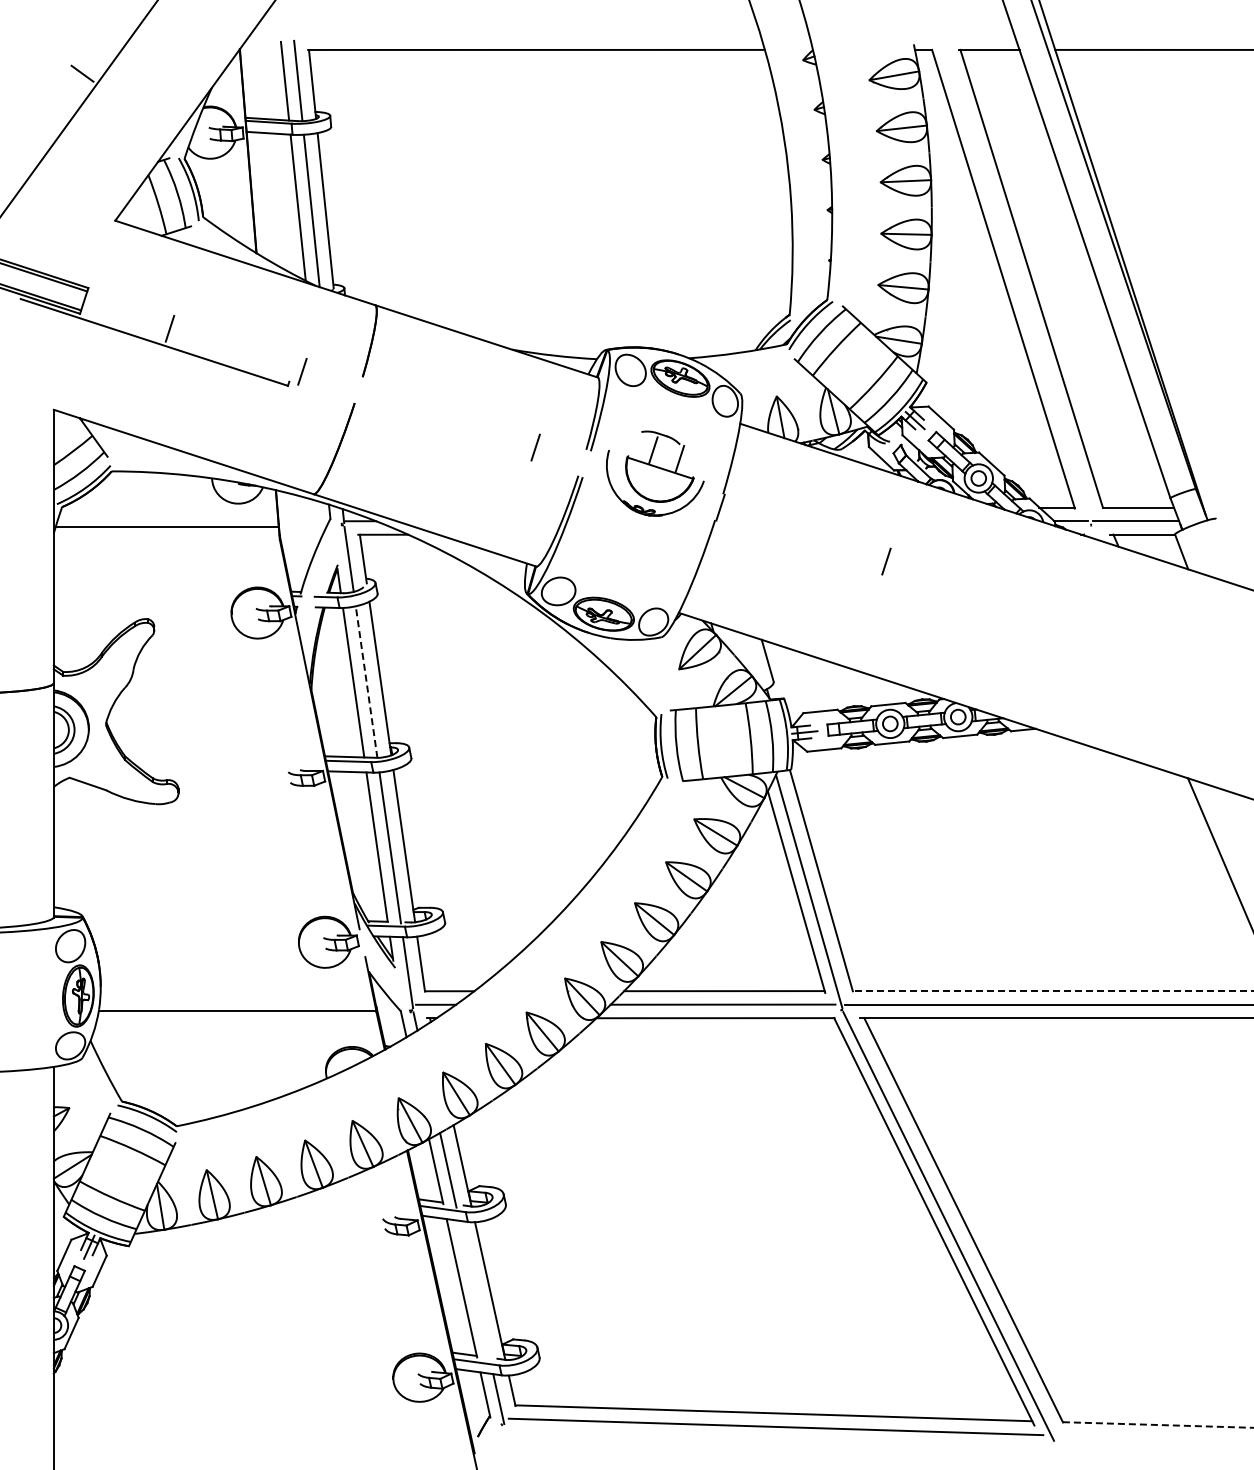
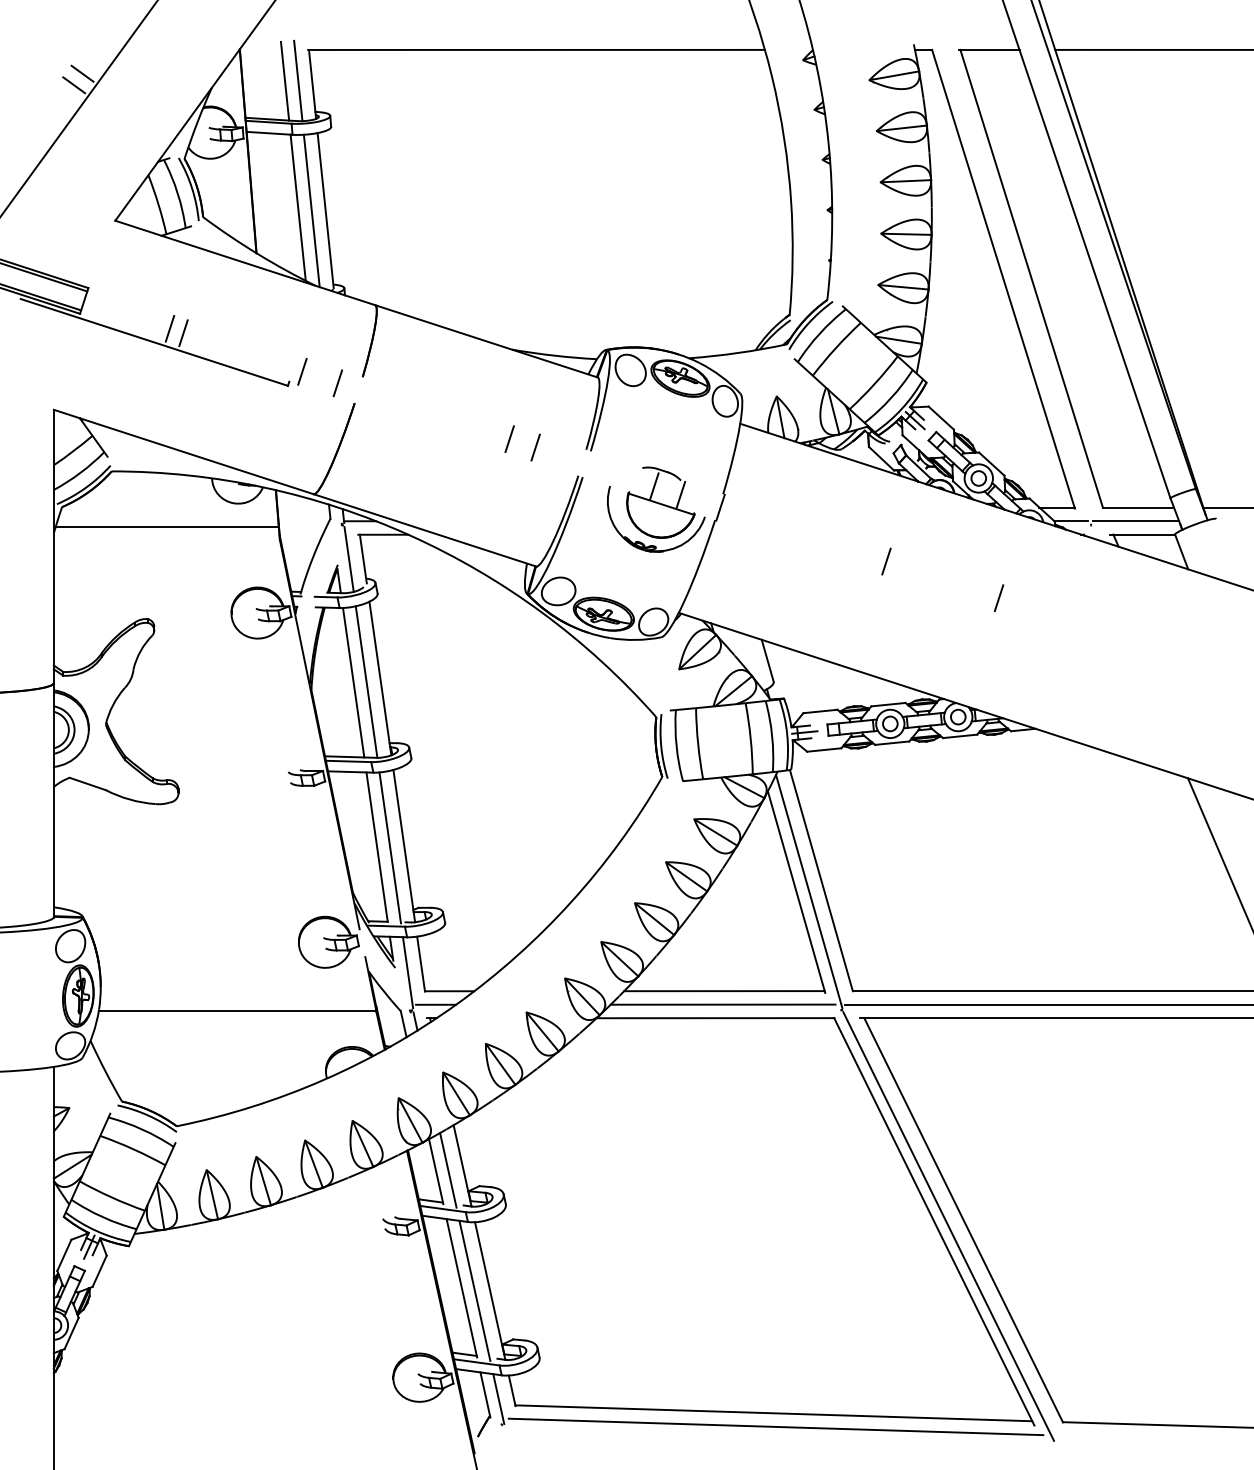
line at (74, 85): none -> present
line at (183, 333): none -> present
line at (337, 383): none -> present
line at (509, 439): none -> present
part at (655, 473) position: (655, 473) -> (656, 509)
line at (1226, 507): none -> present
line at (998, 597): none -> present
line at (366, 682): dashed -> solid
line at (1052, 991): dashed -> solid
line at (474, 1290): none -> present
line at (1158, 1425): dashed -> solid
